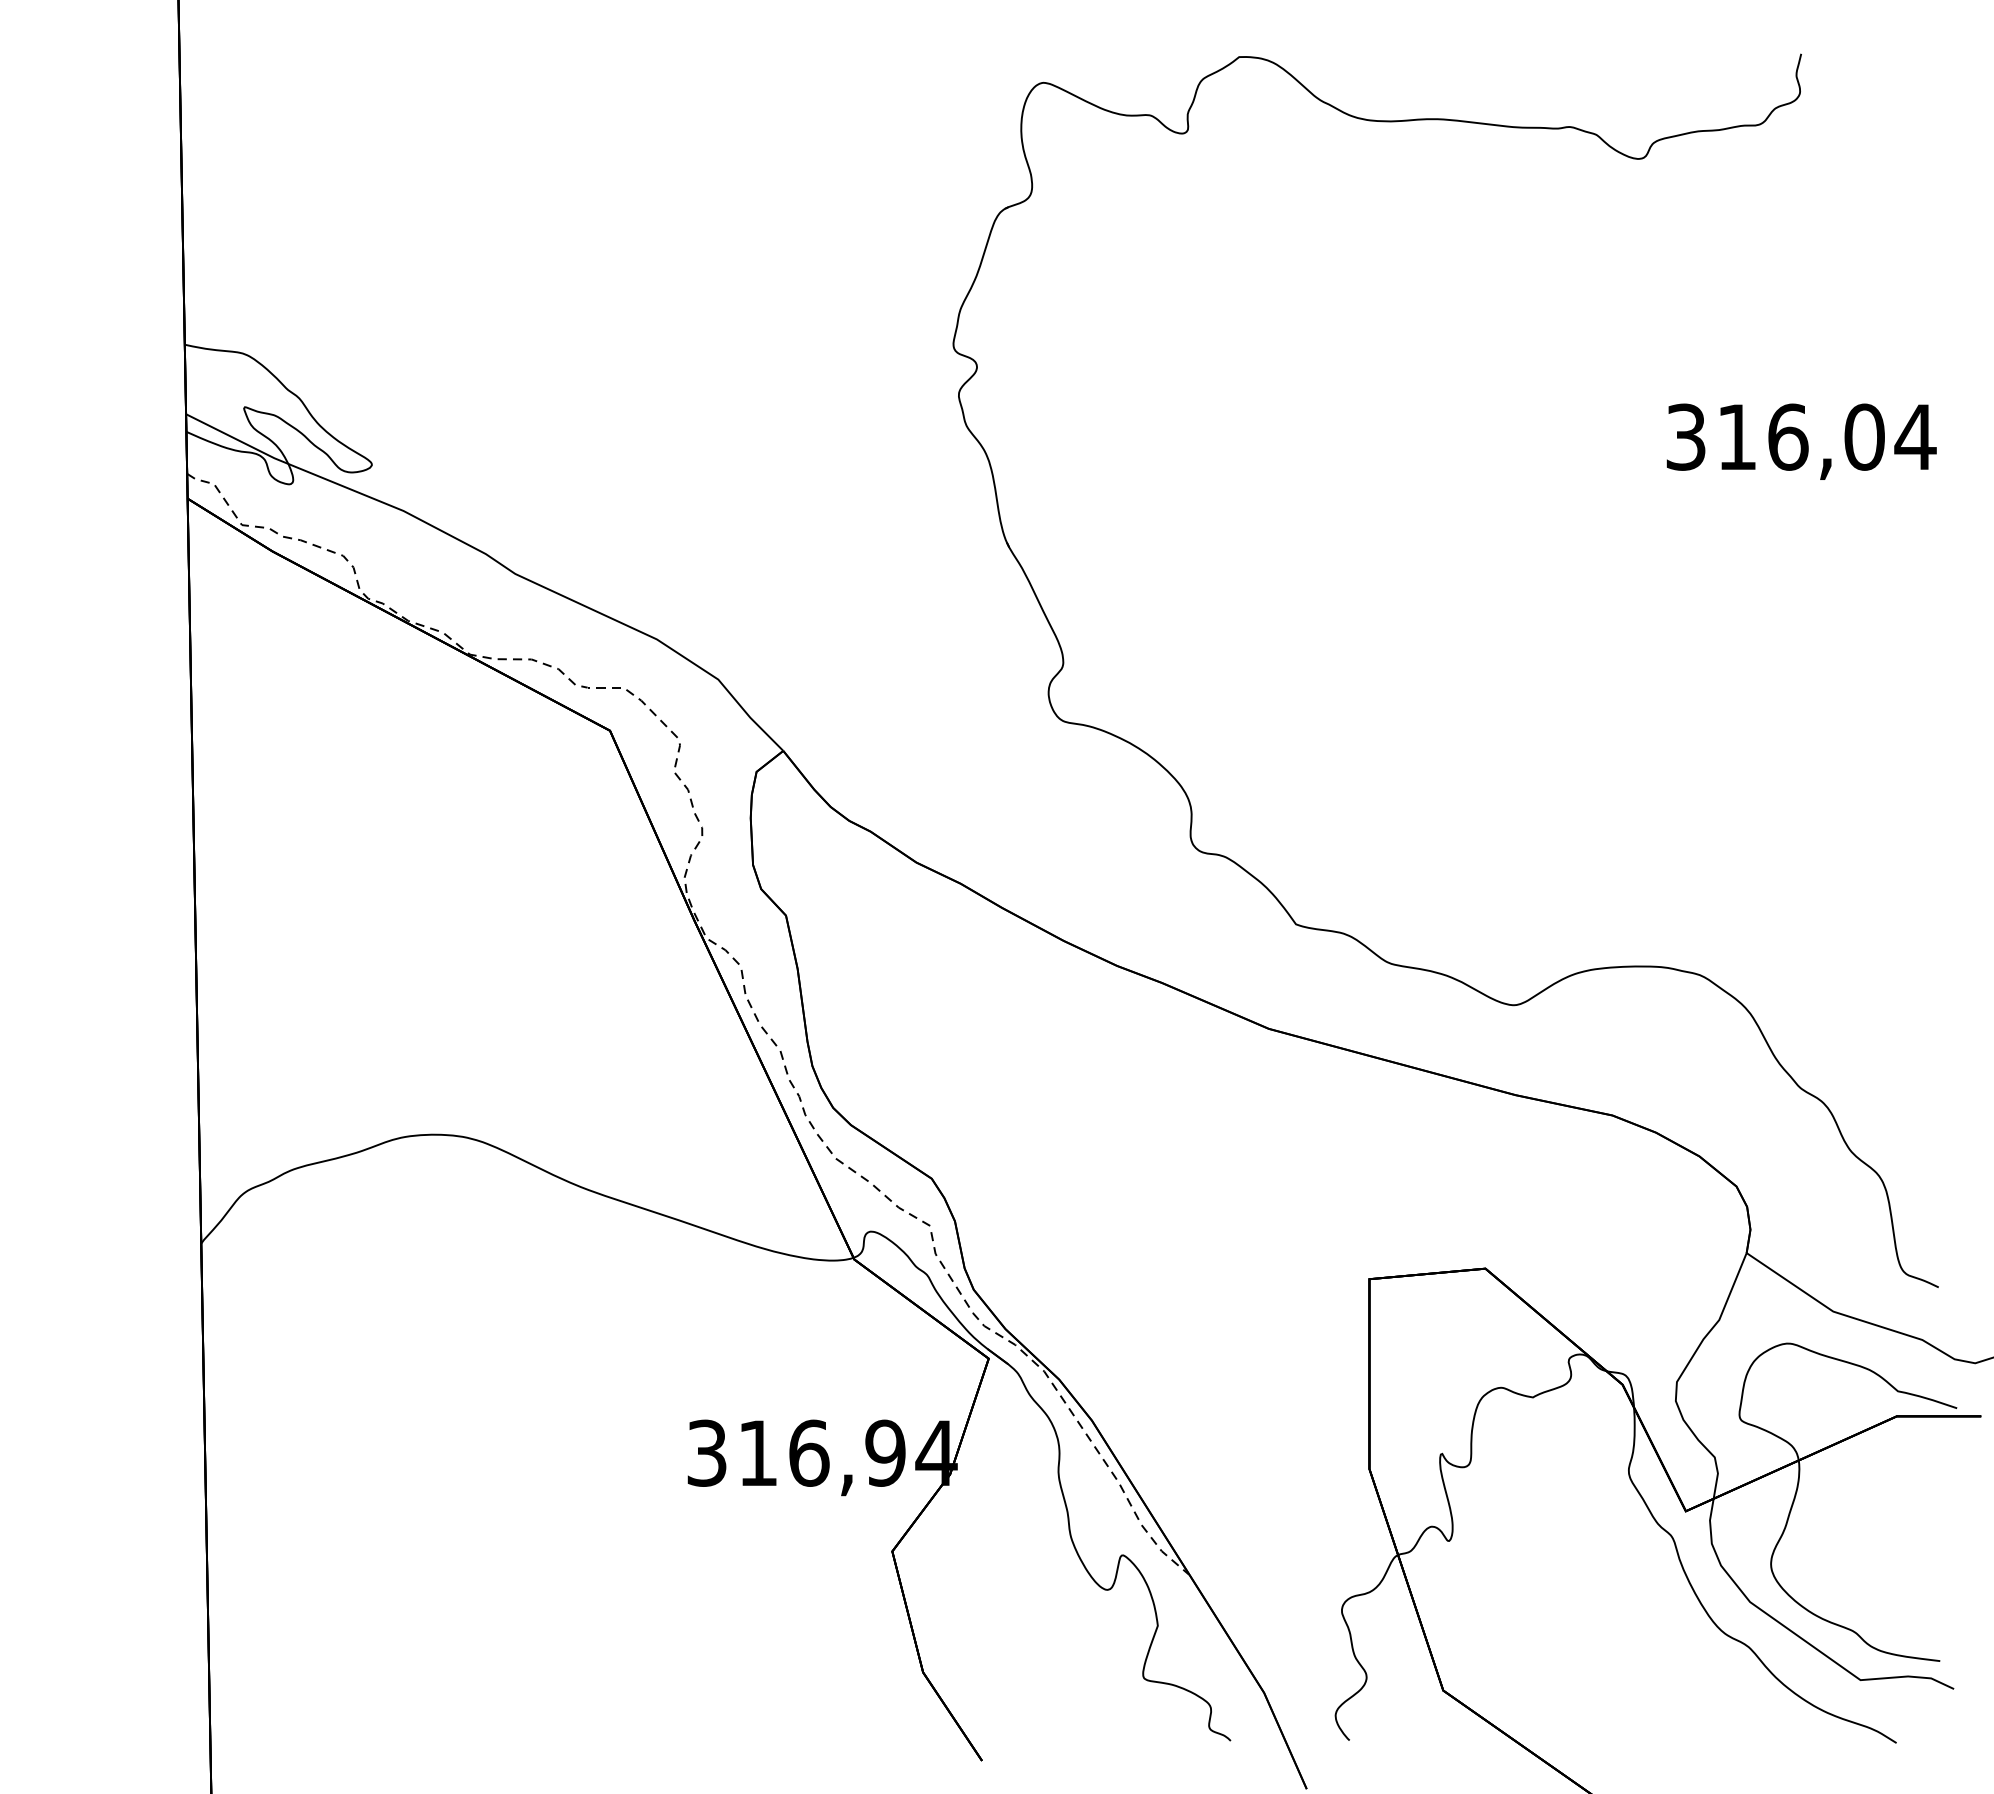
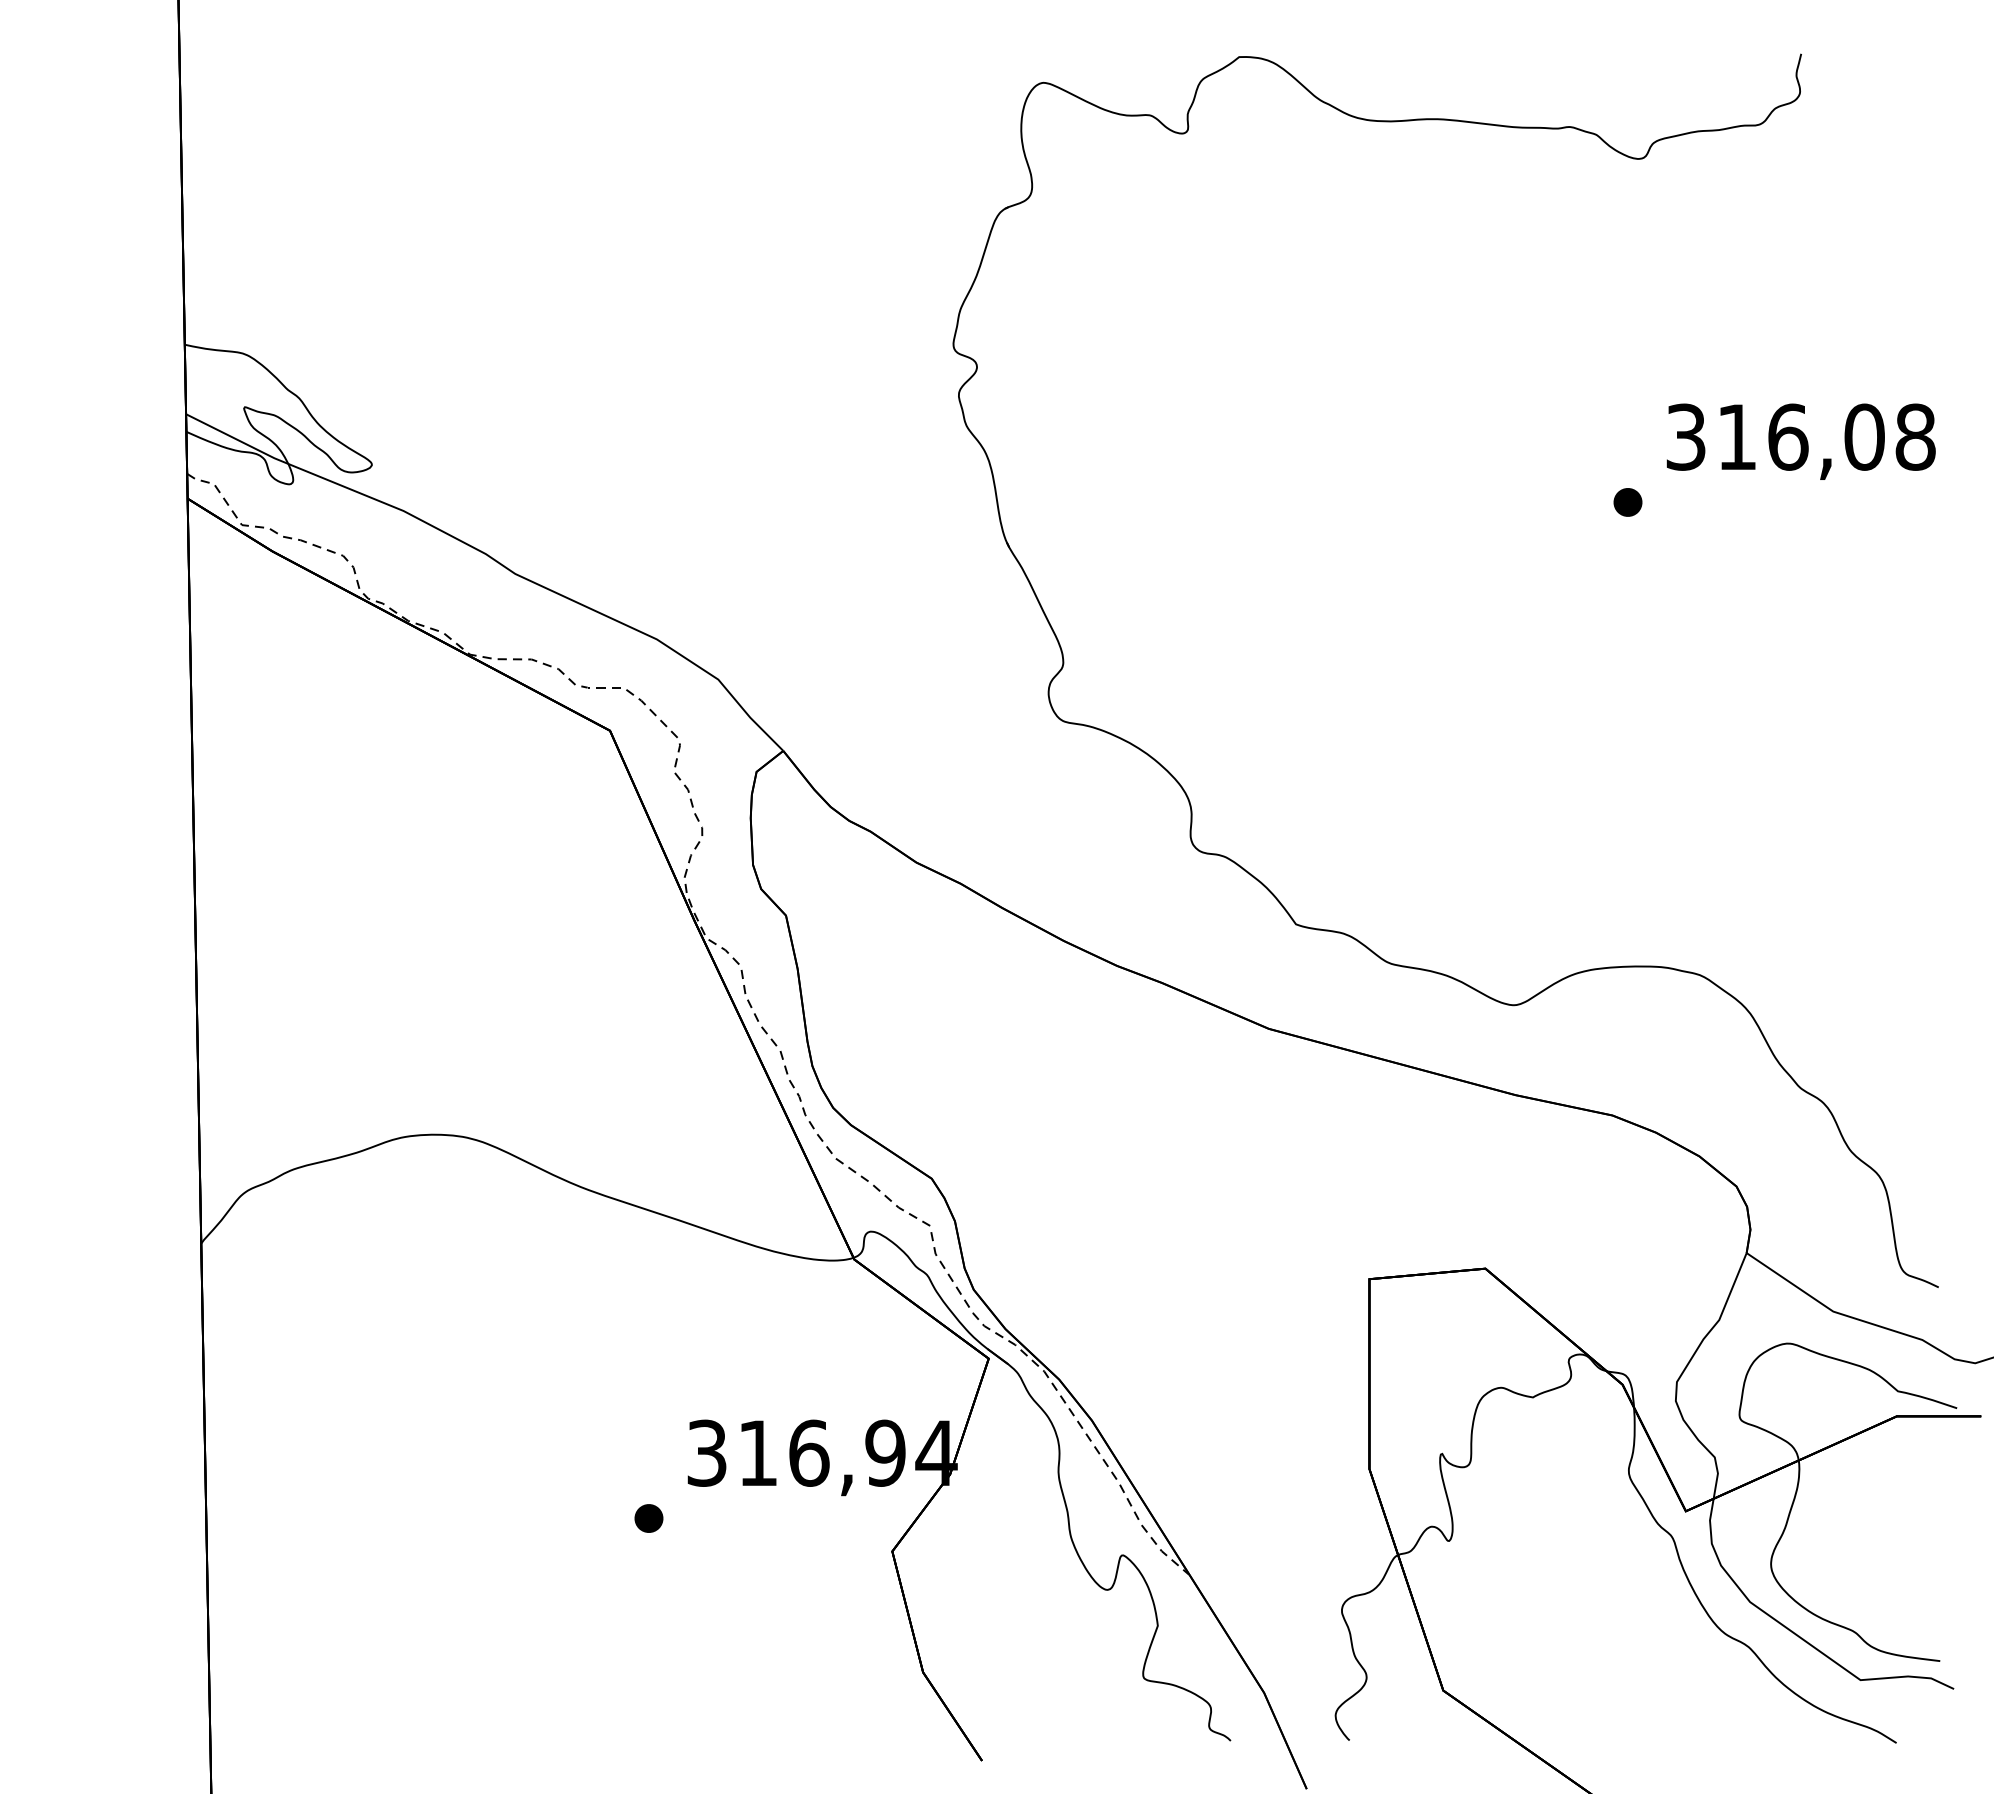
text at (1915, 436): 316,04 -> 316,08
part at (1627, 502): none -> present
part at (648, 1518): none -> present
